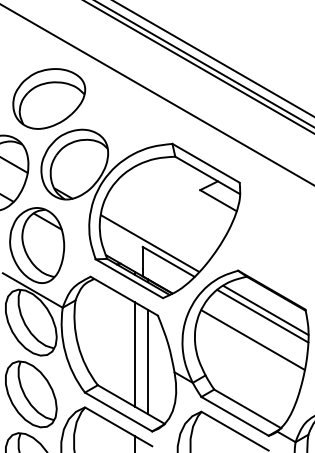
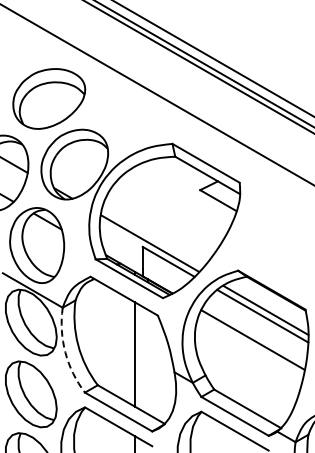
arc at (65, 352): solid -> dashed
line at (147, 361): present -> none
